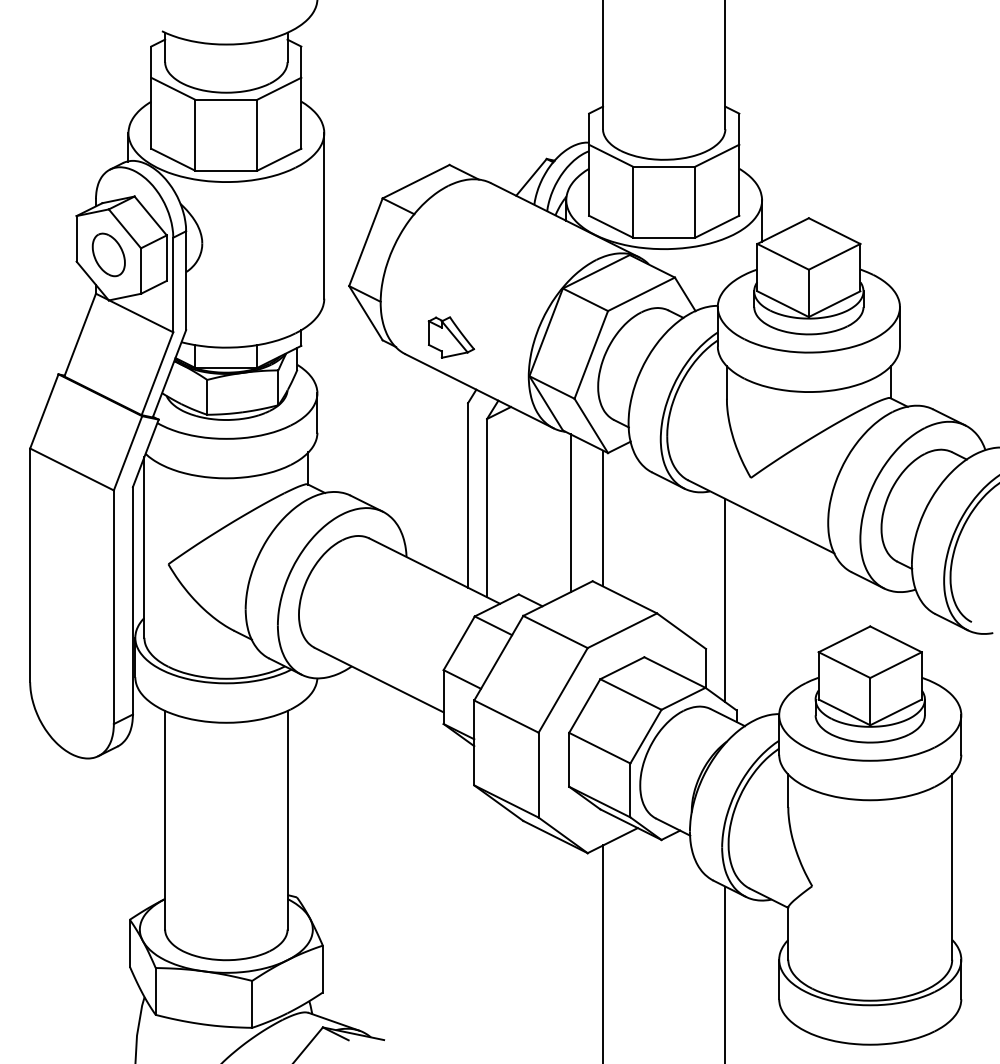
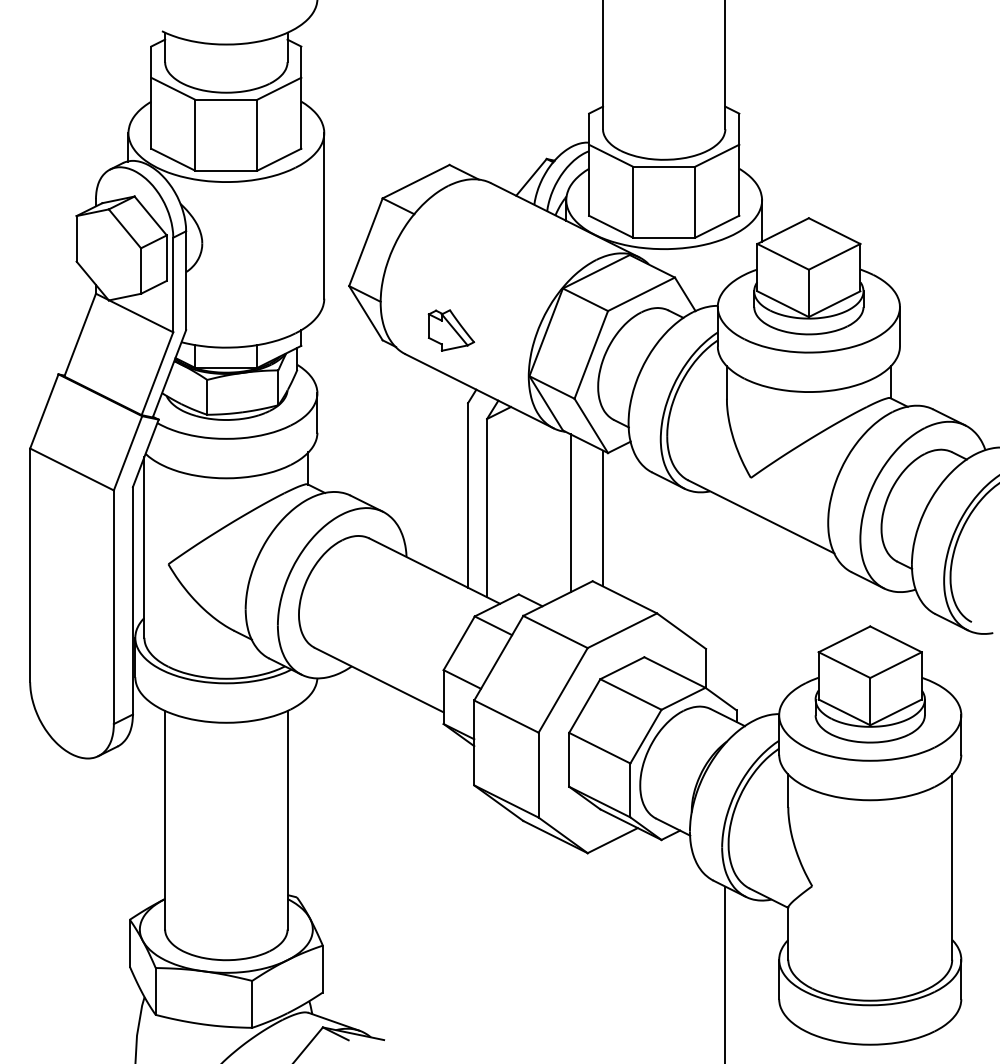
part at (108, 254): present -> none
part at (451, 337) position: (451, 337) -> (451, 330)
line at (725, 600): present -> none
line at (603, 952): present -> none
